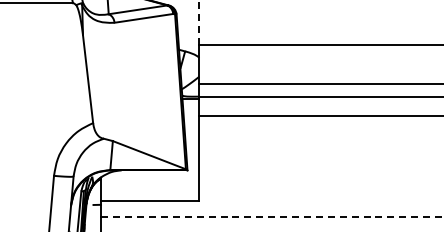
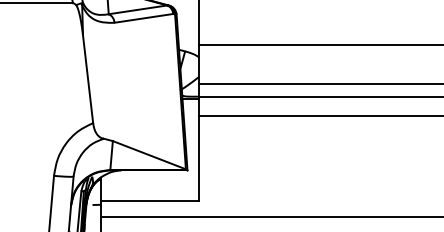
line at (199, 22): dashed -> solid
line at (271, 217): dashed -> solid
